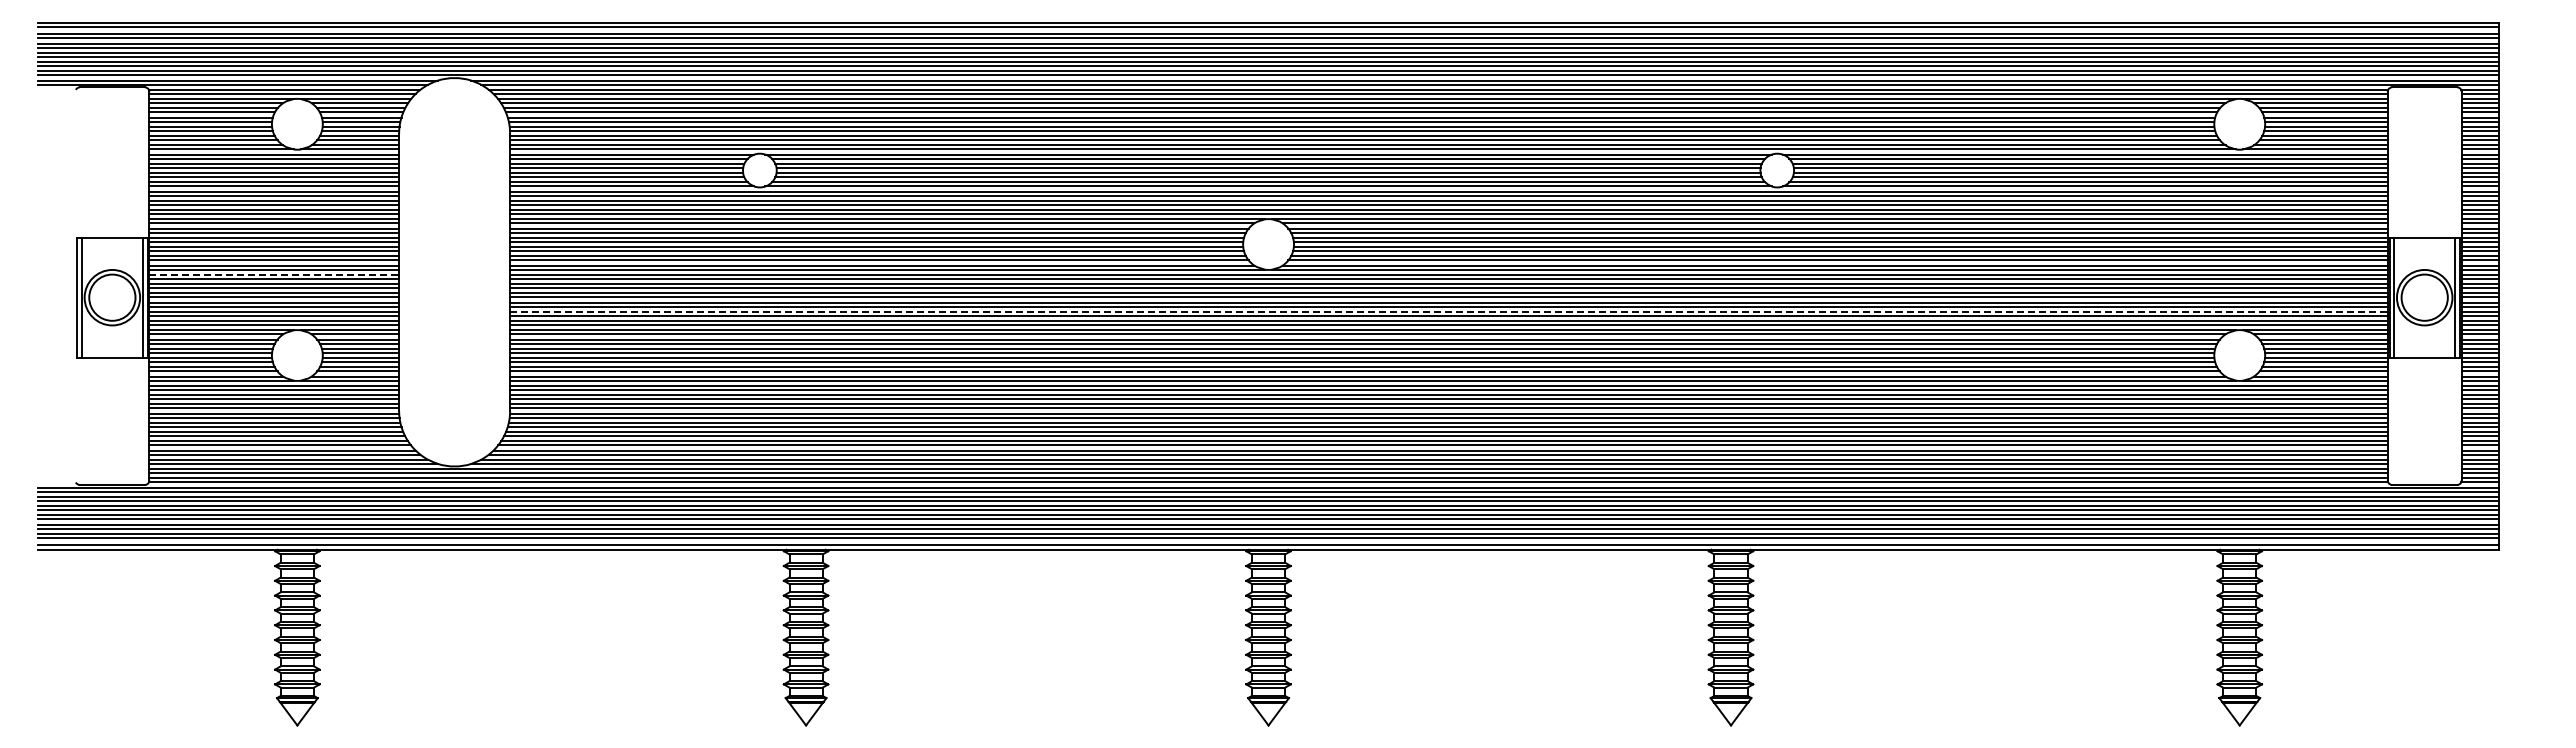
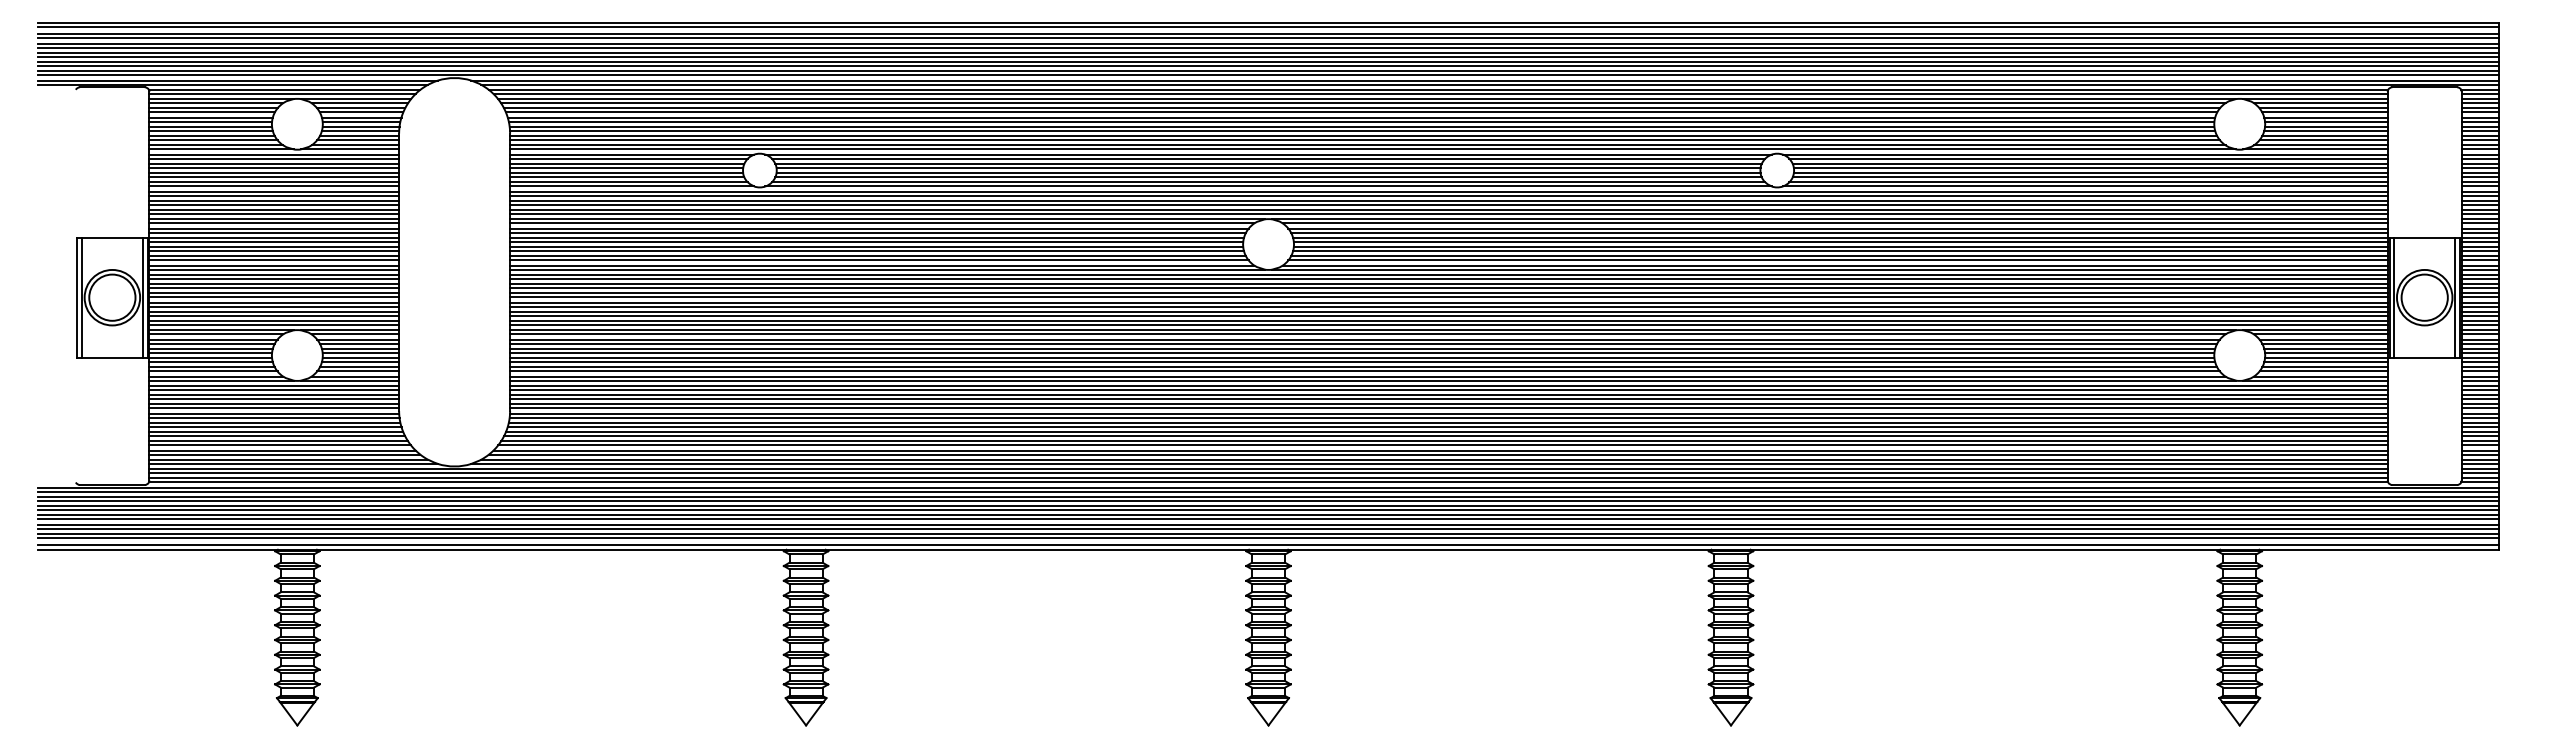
line at (274, 274): dashed -> solid
line at (1448, 311): dashed -> solid
